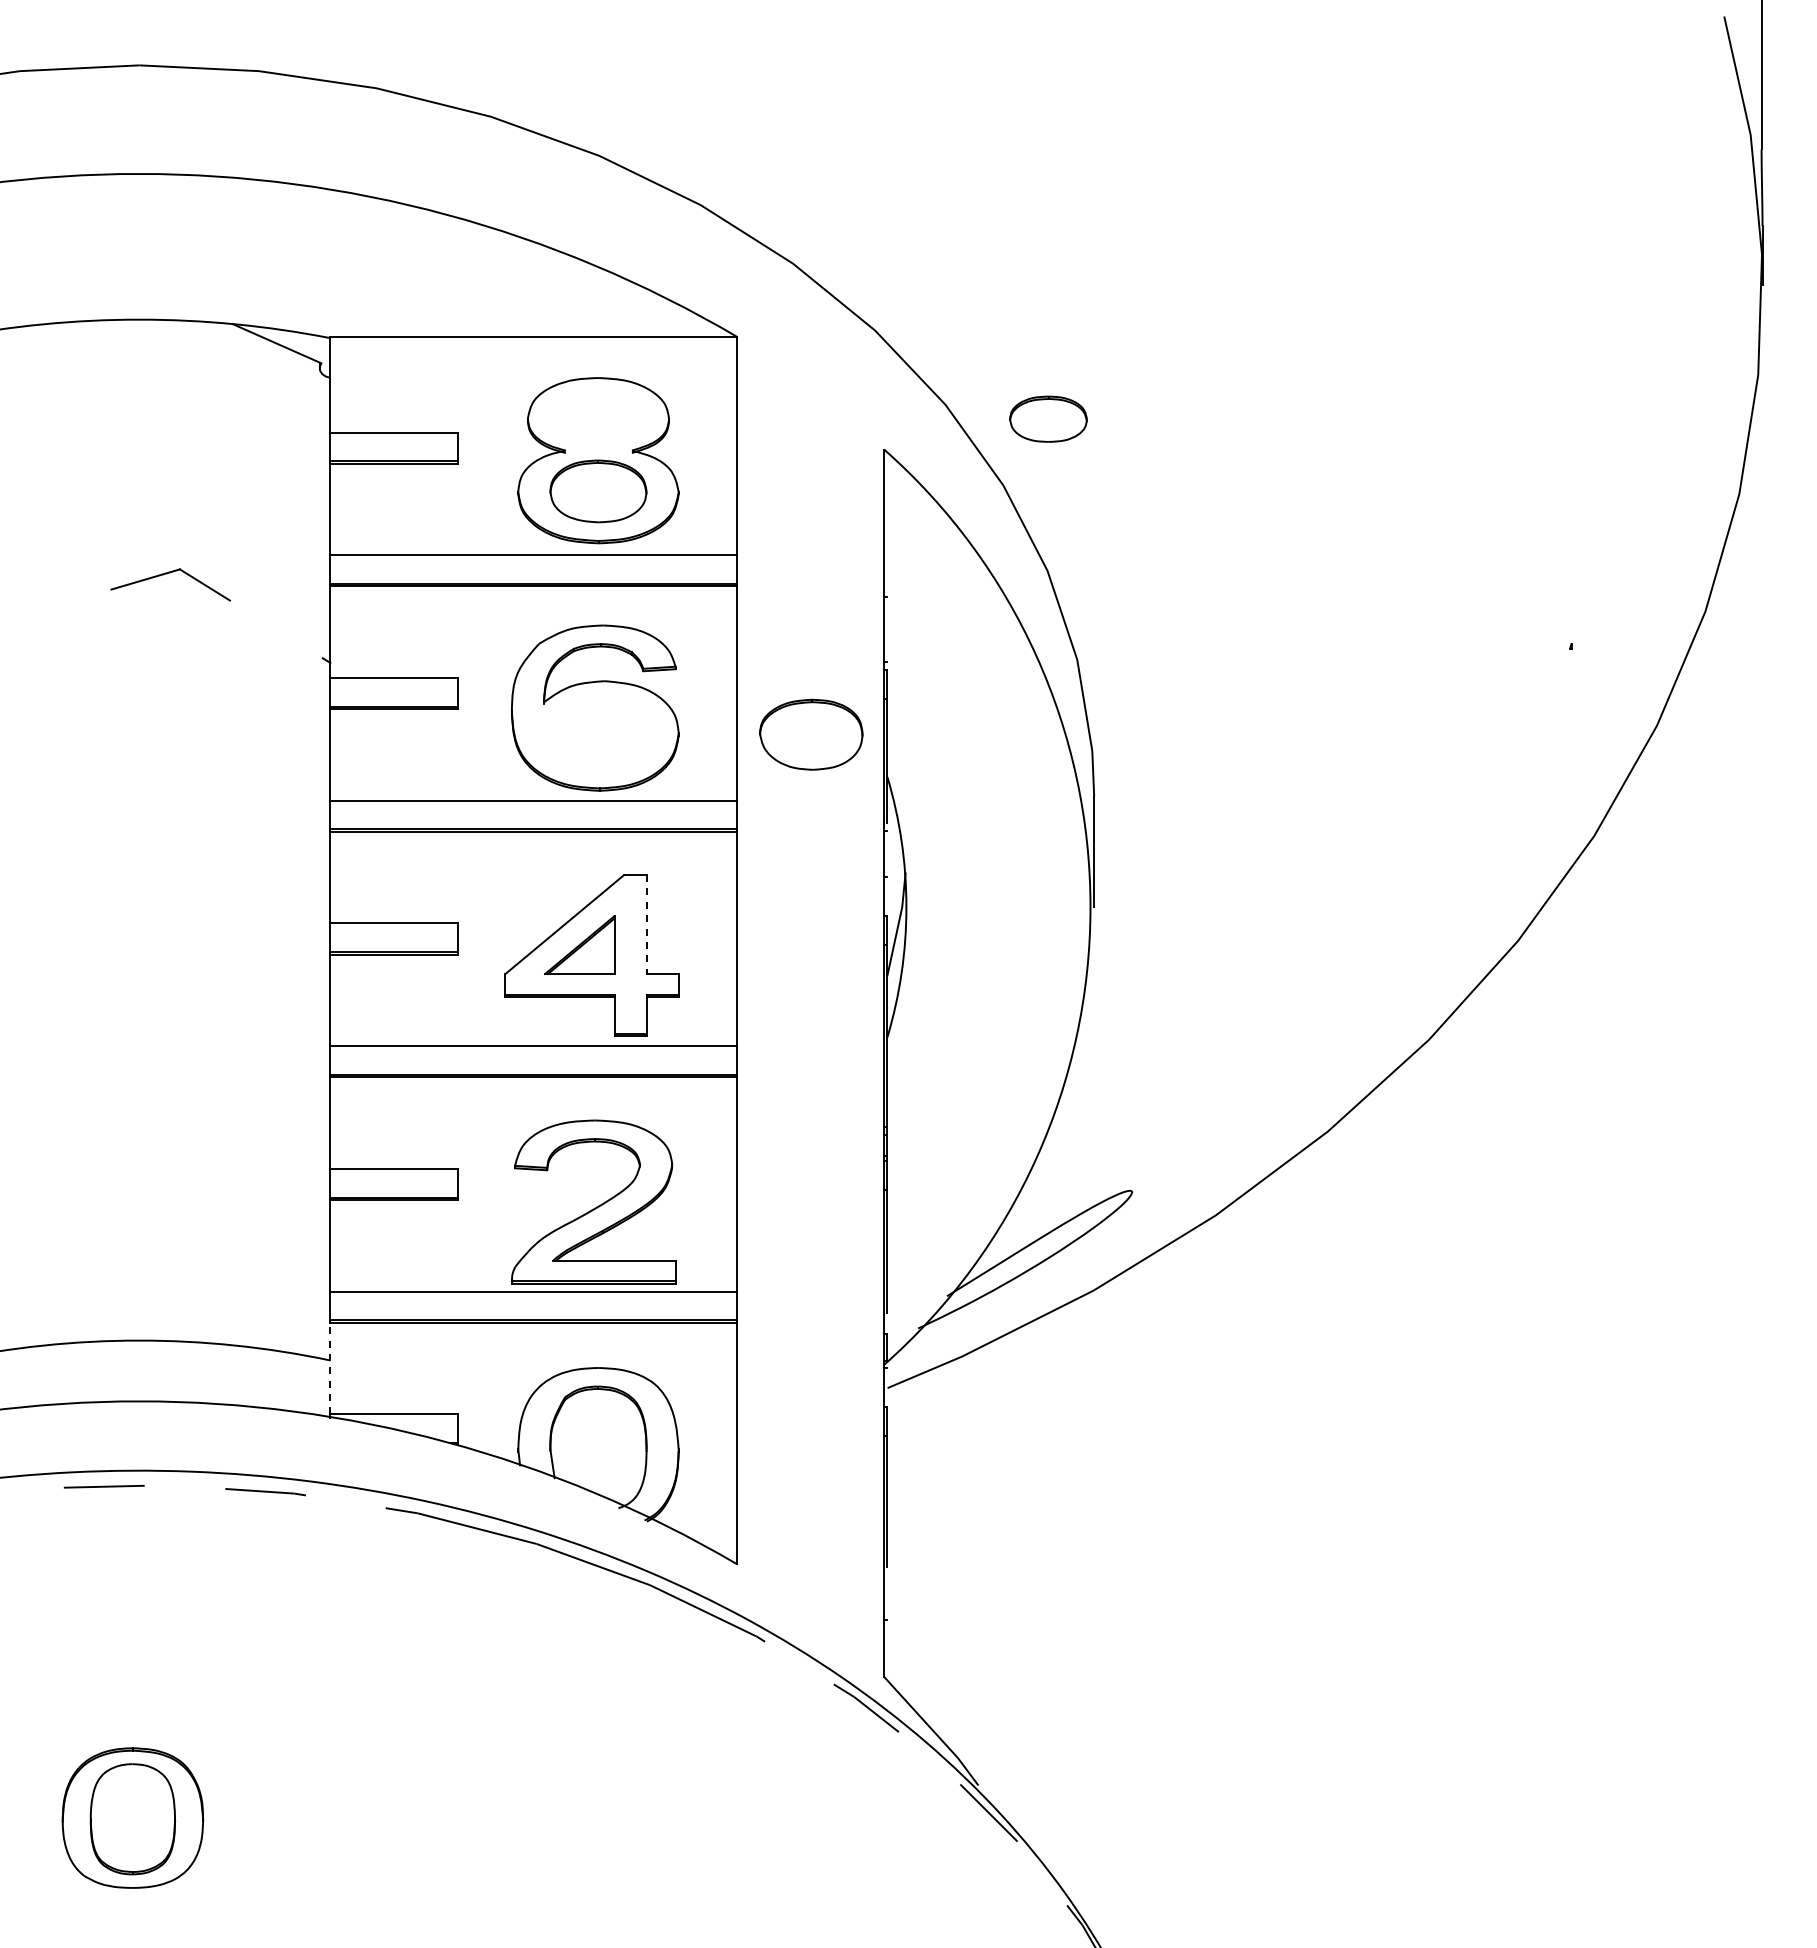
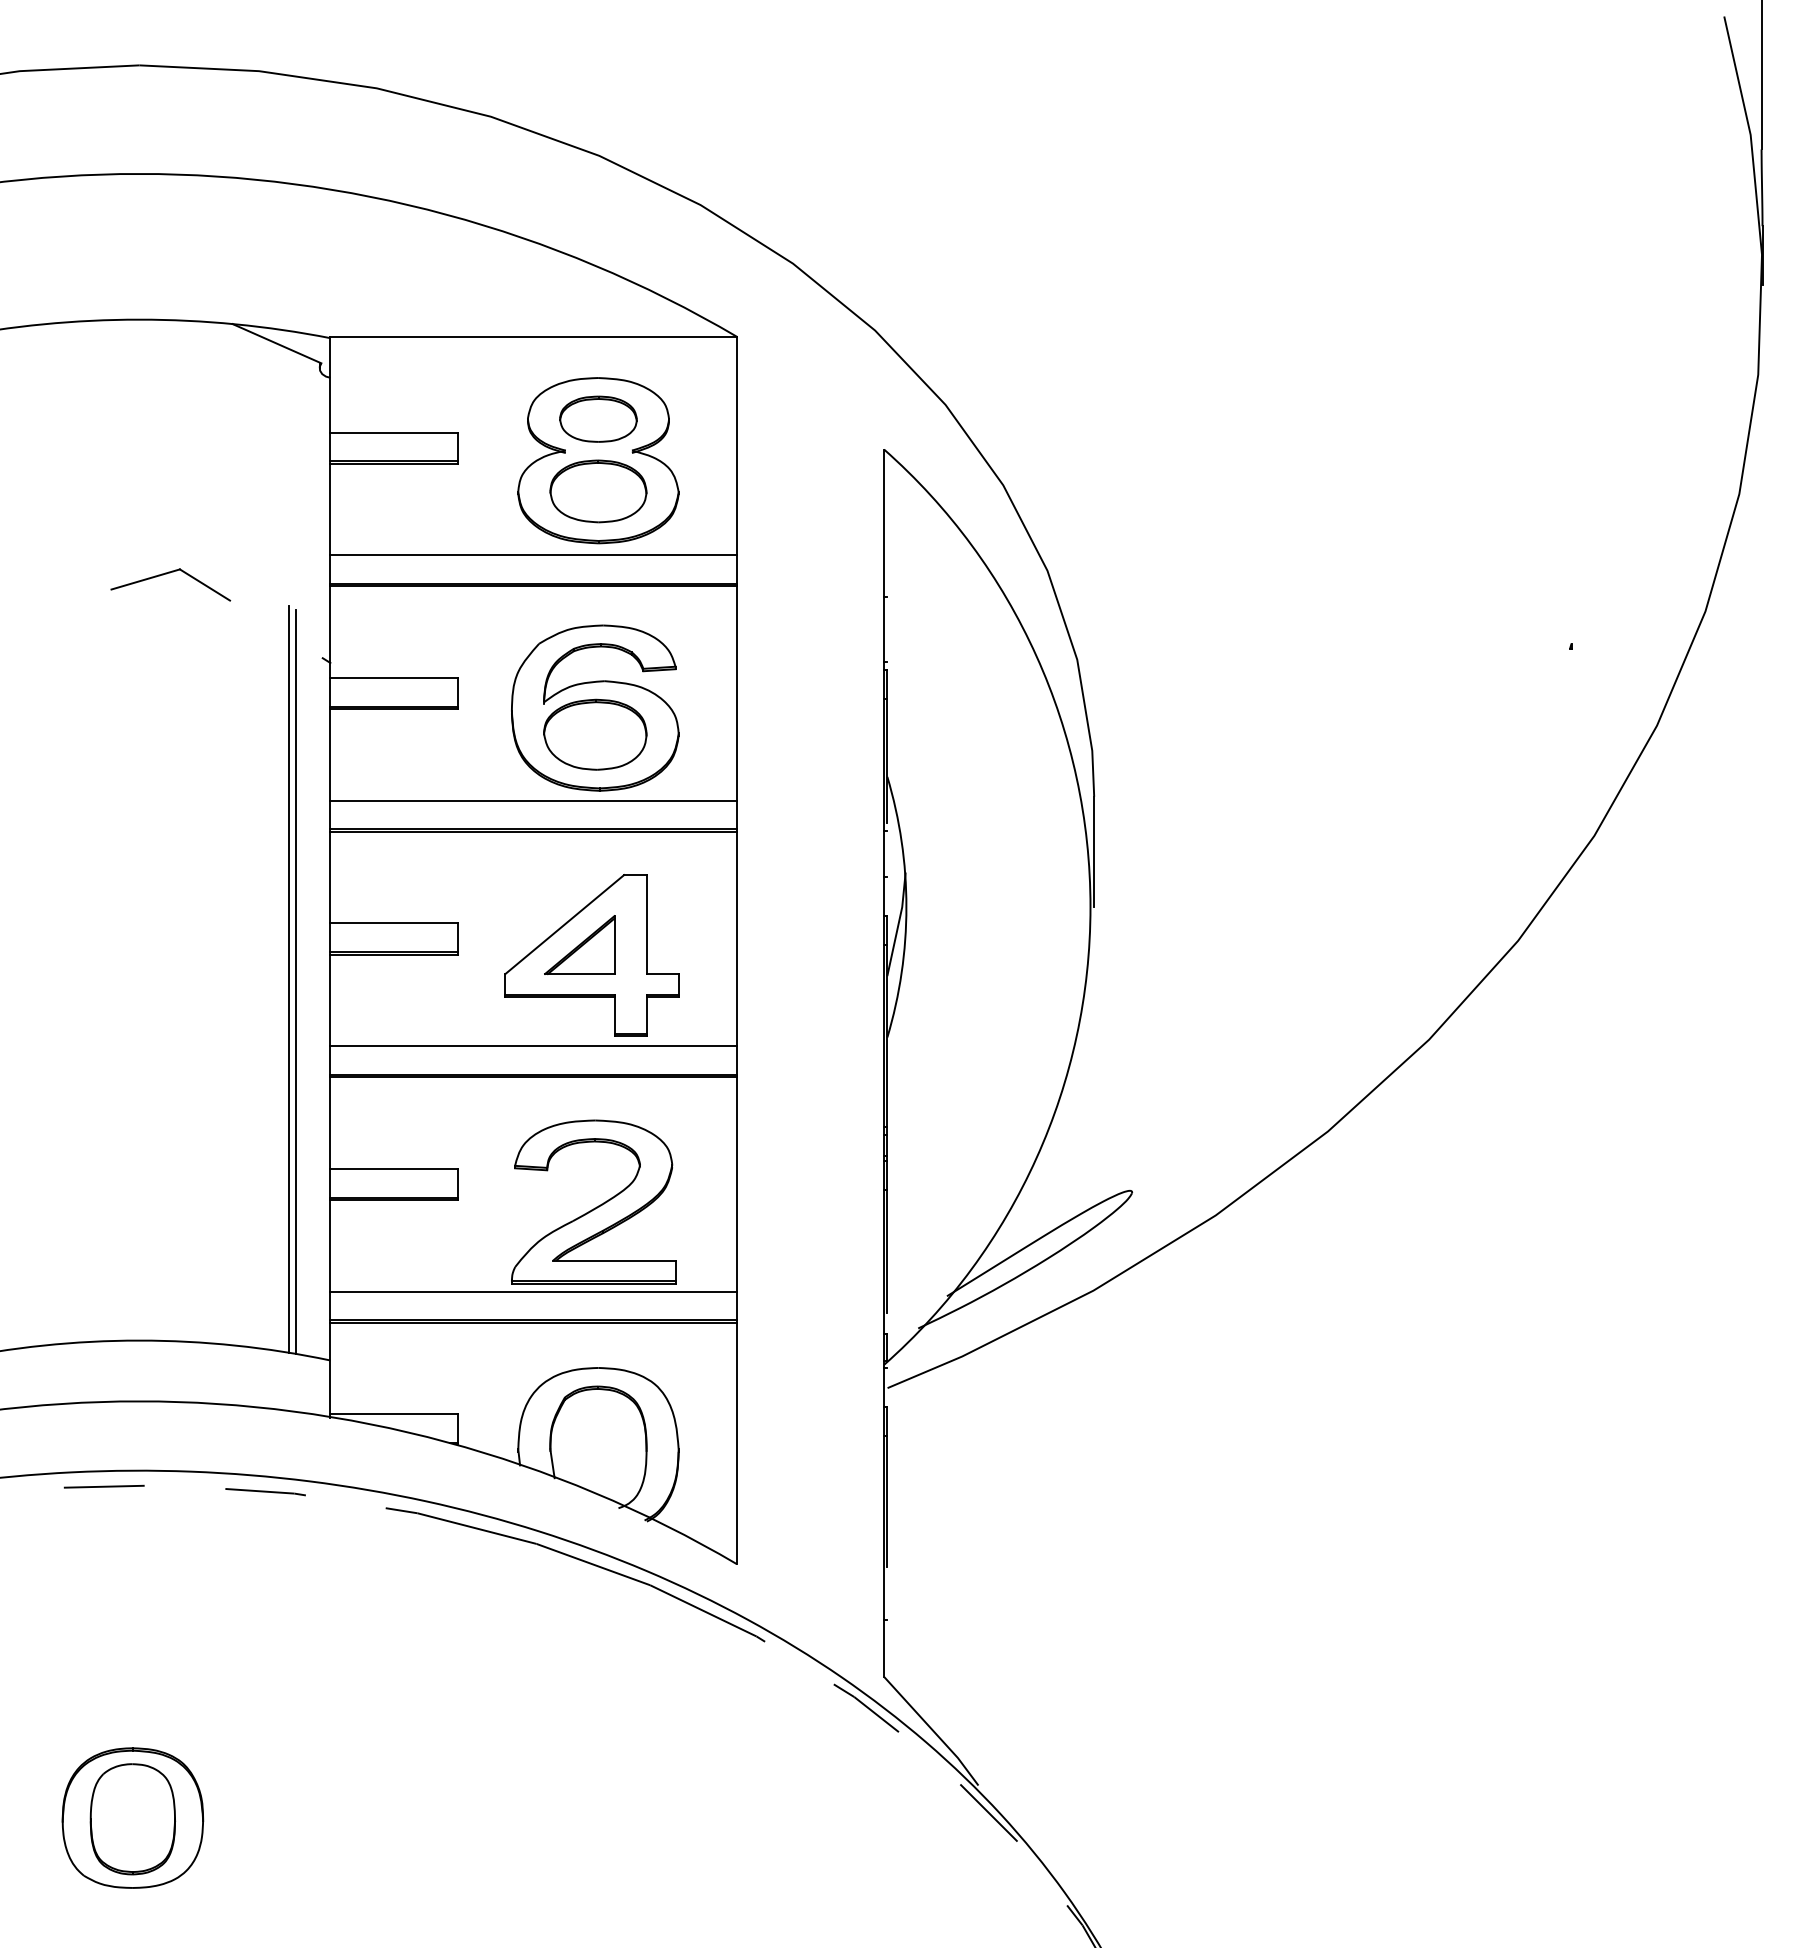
part at (1048, 418) position: (1048, 418) -> (598, 418)
part at (811, 734) position: (811, 734) -> (595, 734)
line at (646, 925): dashed -> solid
line at (288, 979): none -> present
line at (296, 981): none -> present
line at (330, 1368): dashed -> solid
